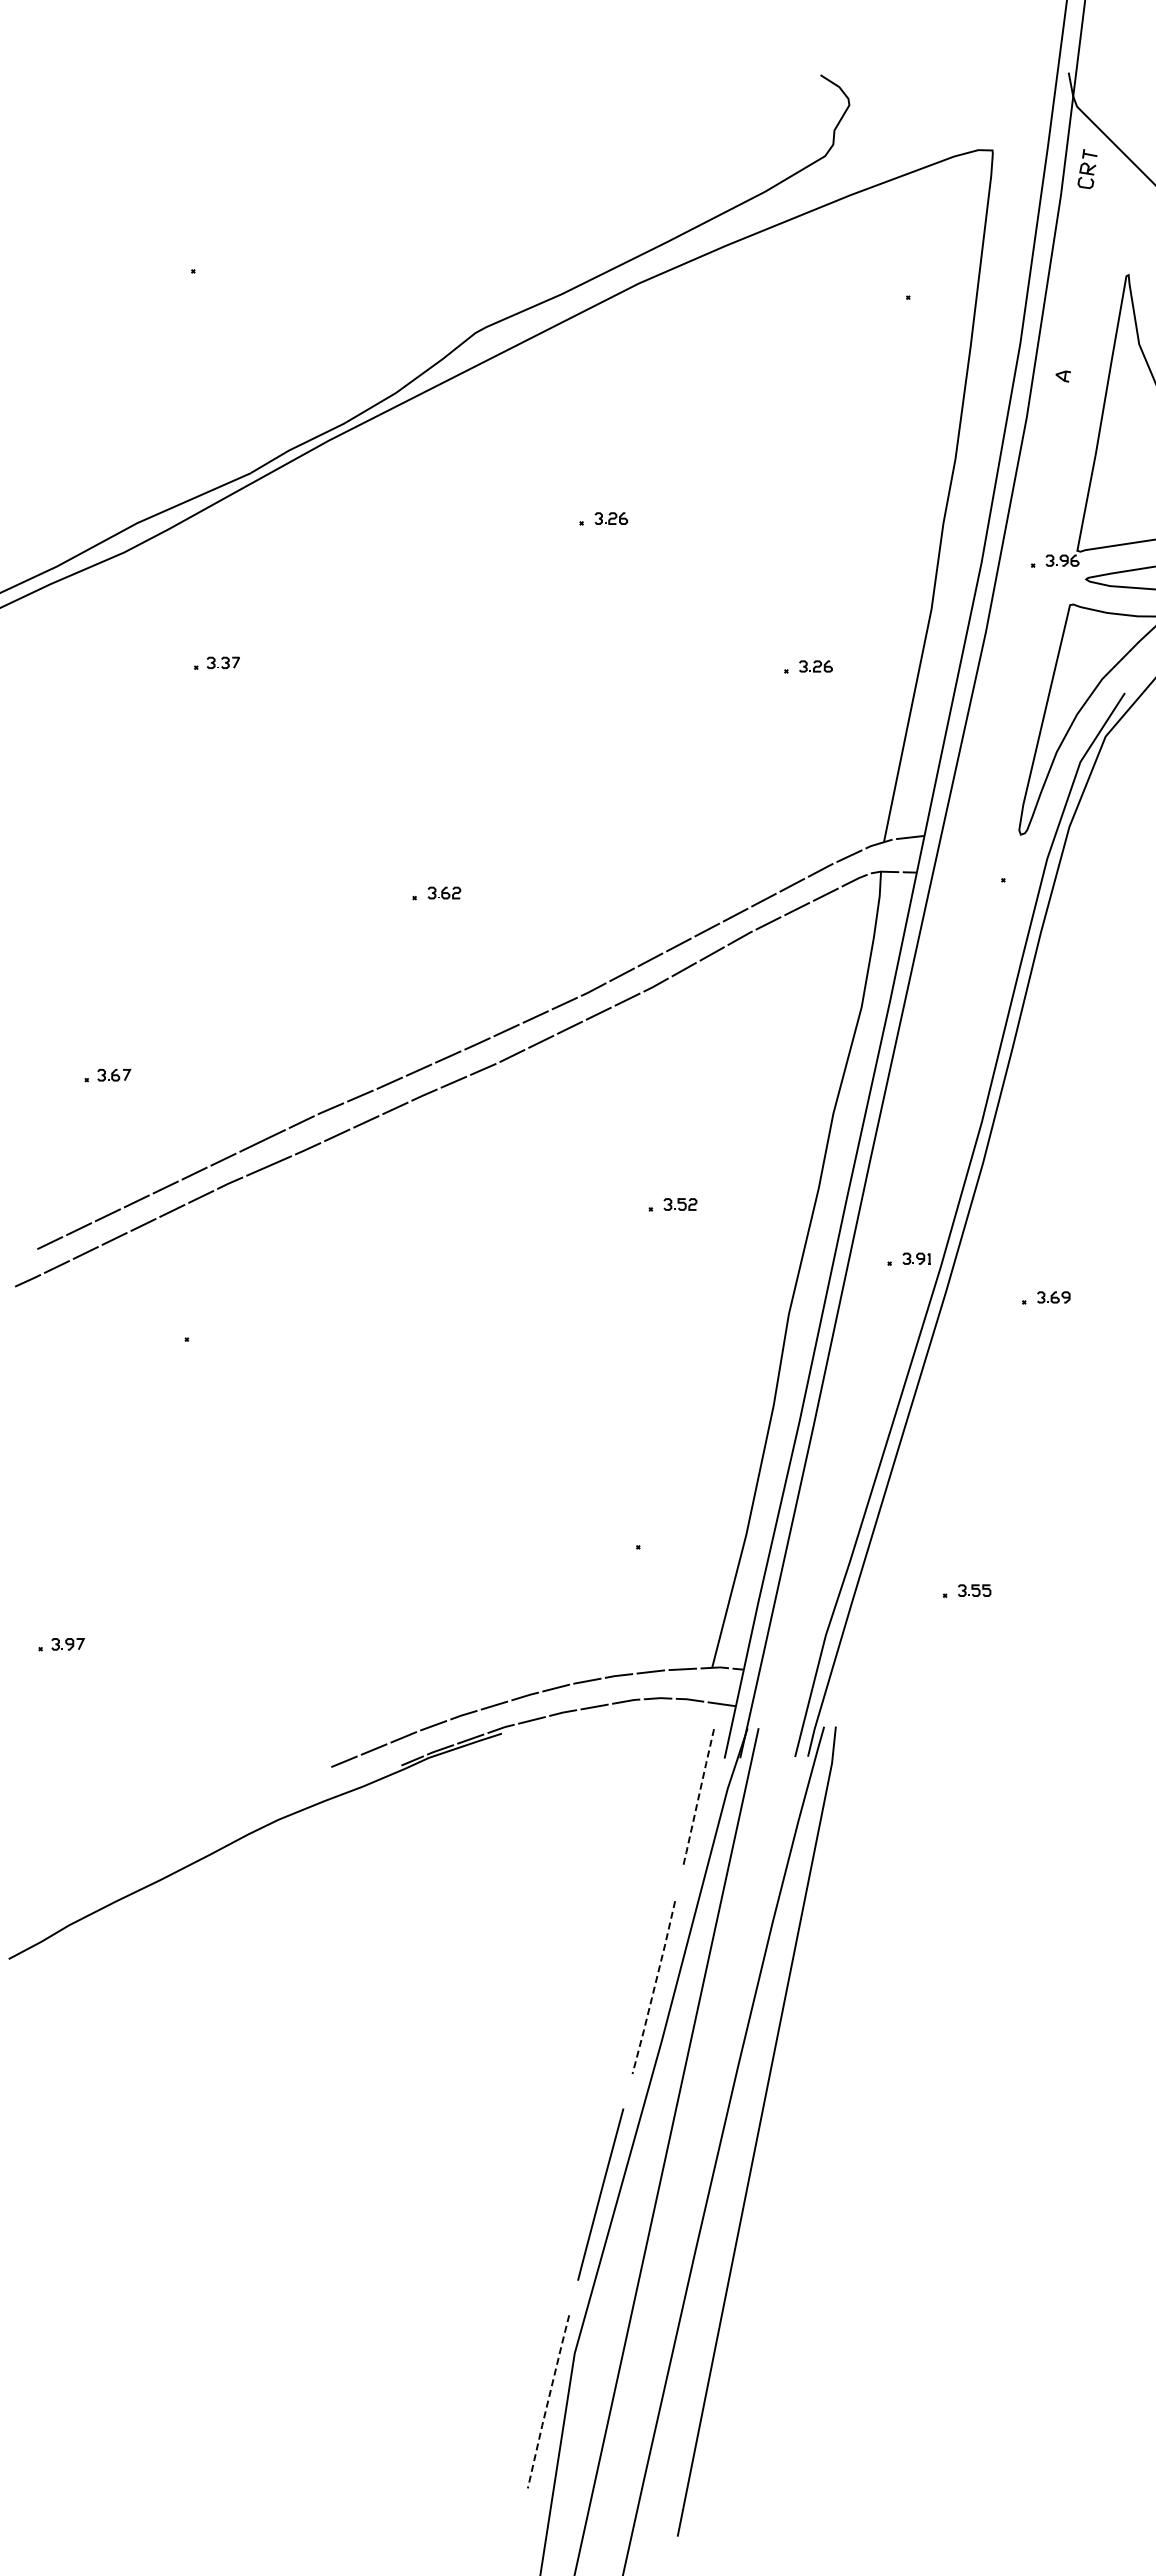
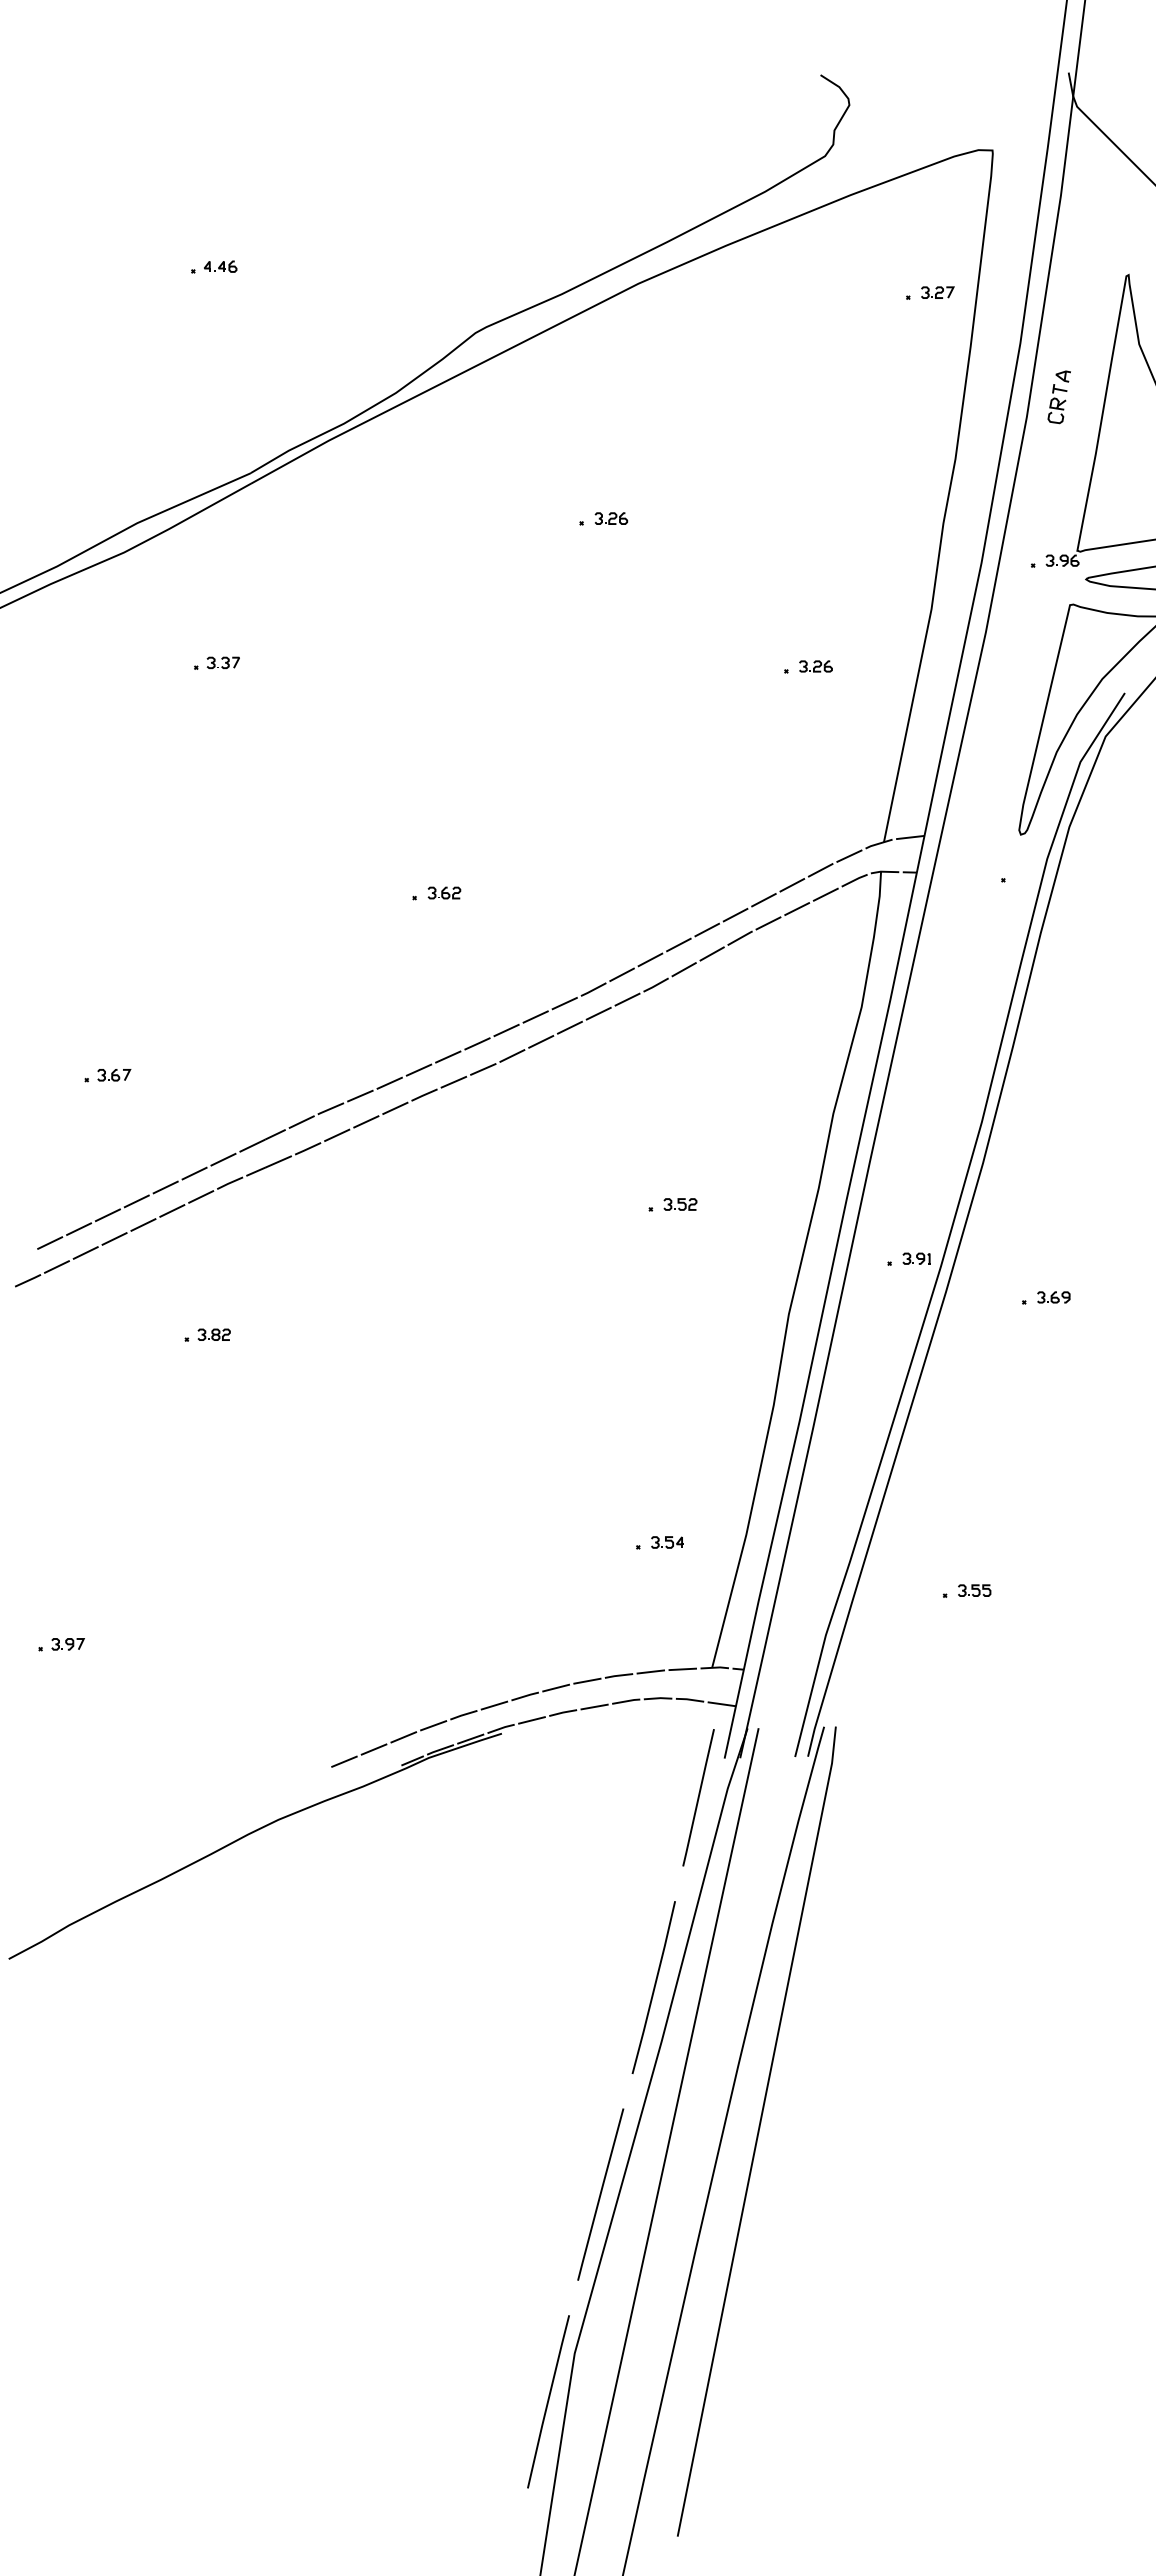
part at (1087, 169) position: (1087, 169) -> (1057, 404)
part at (220, 266): none -> present
part at (937, 292): none -> present
part at (213, 1334): none -> present
part at (667, 1542): none -> present
line at (698, 1798): dashed -> solid
line at (654, 1988): dashed -> solid
line at (548, 2401): dashed -> solid
